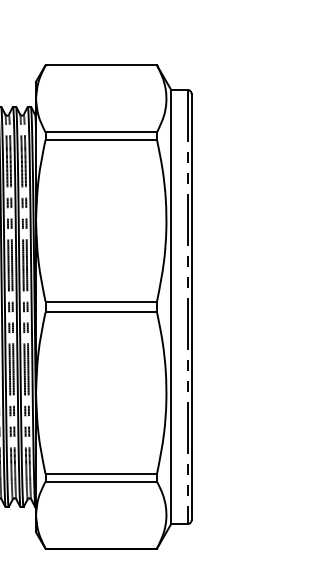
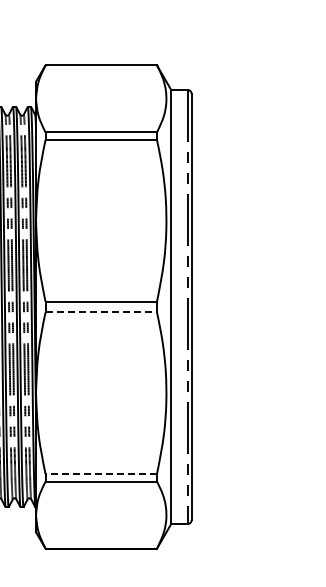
line at (101, 312): solid -> dashed
line at (101, 473): solid -> dashed
